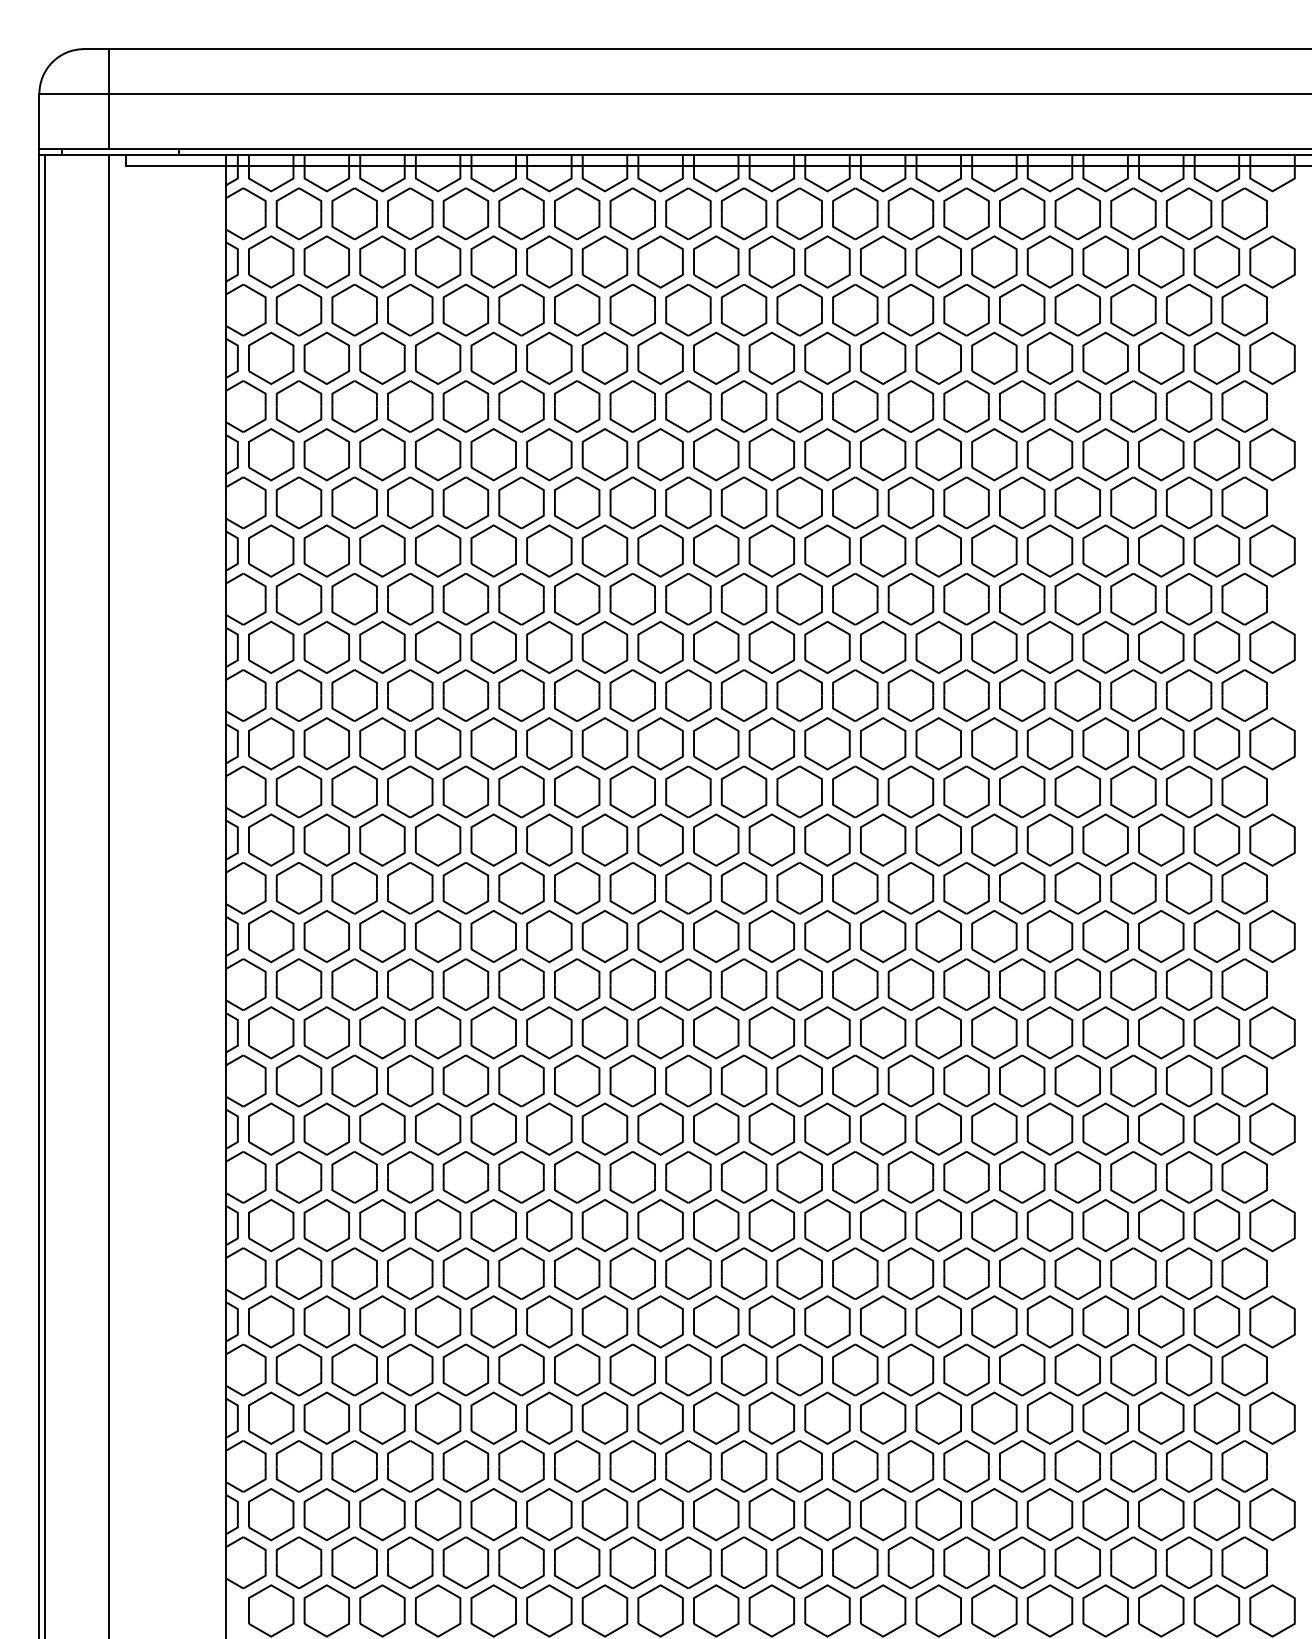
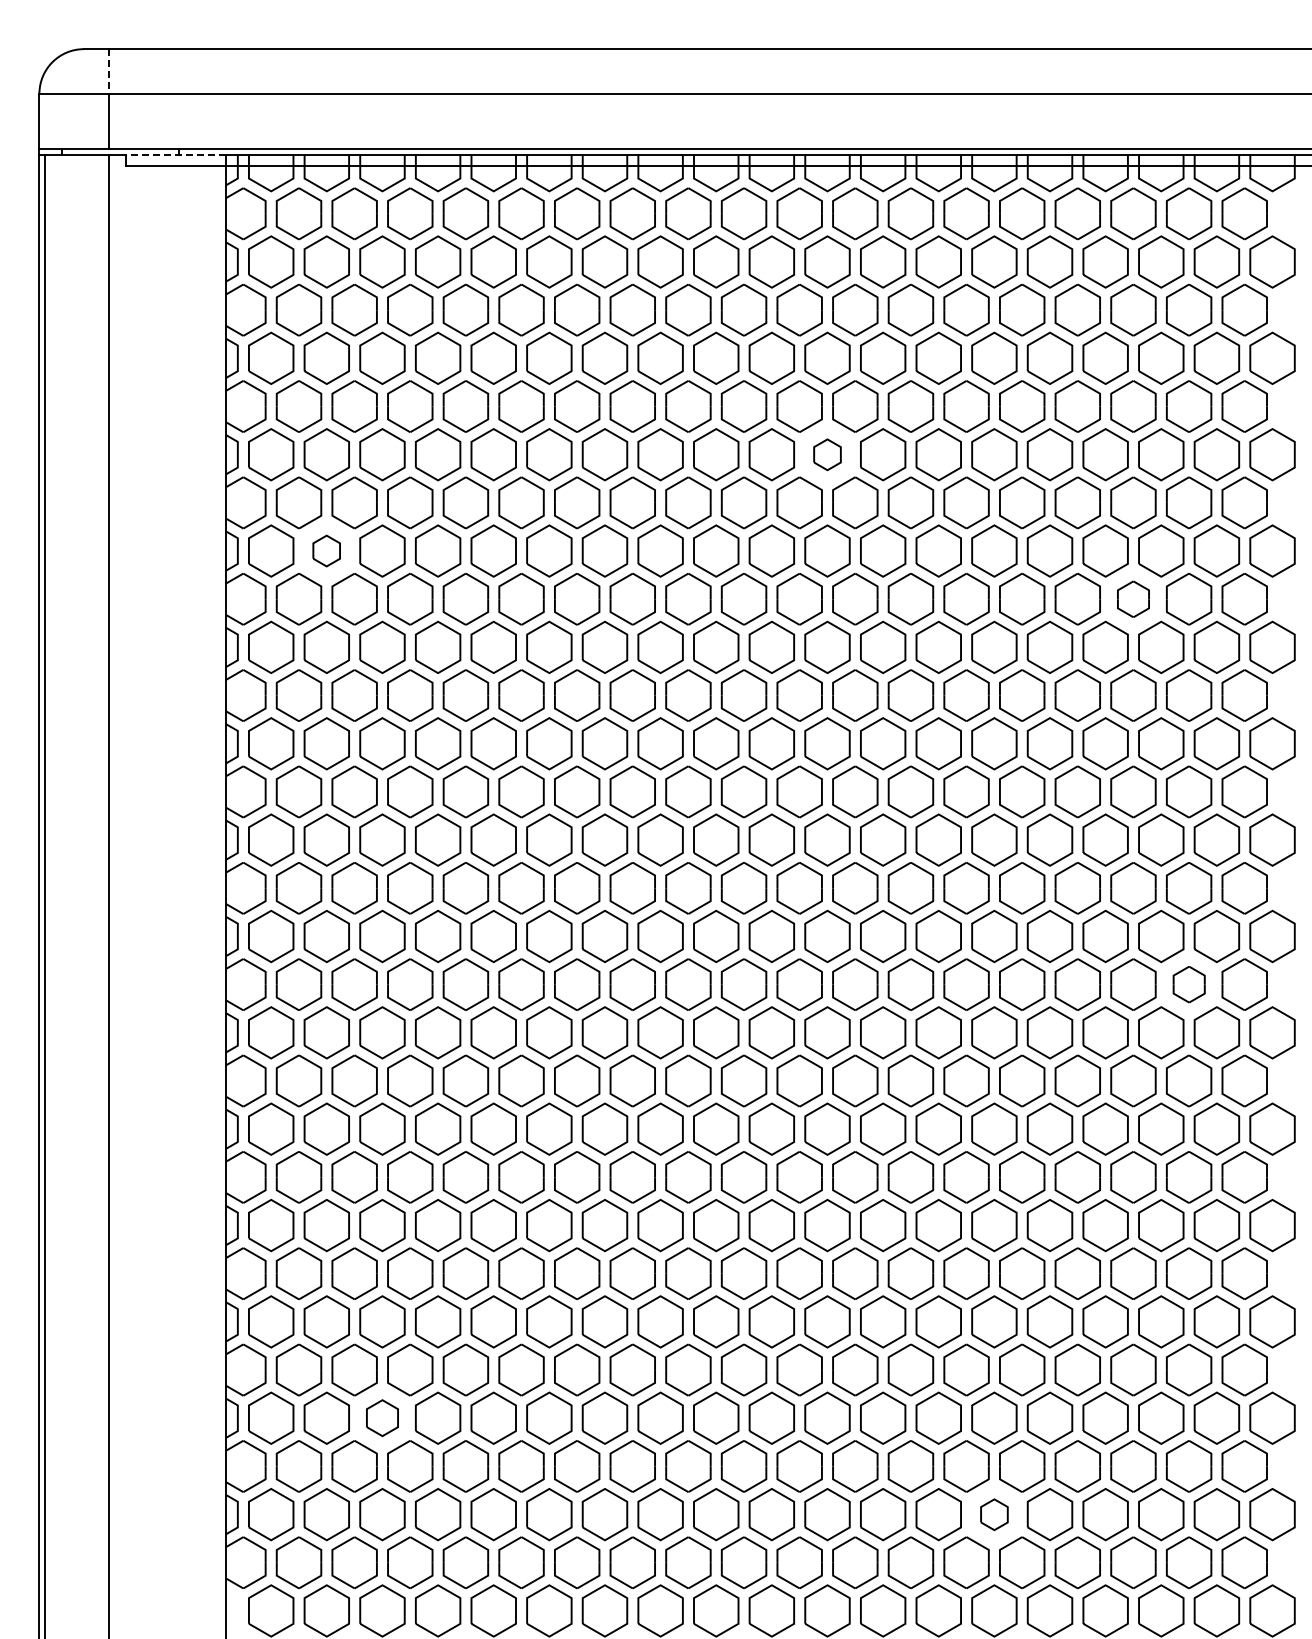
line at (108, 71): solid -> dashed
line at (175, 154): solid -> dashed
part at (827, 454) size: 47x54 px -> 29x34 px
part at (326, 550) size: 47x54 px -> 29x34 px
part at (1133, 599) size: 47x53 px -> 33x38 px
part at (1189, 984) size: 47x53 px -> 34x38 px
part at (382, 1417) size: 47x54 px -> 33x39 px
part at (994, 1514) size: 47x54 px -> 29x34 px
